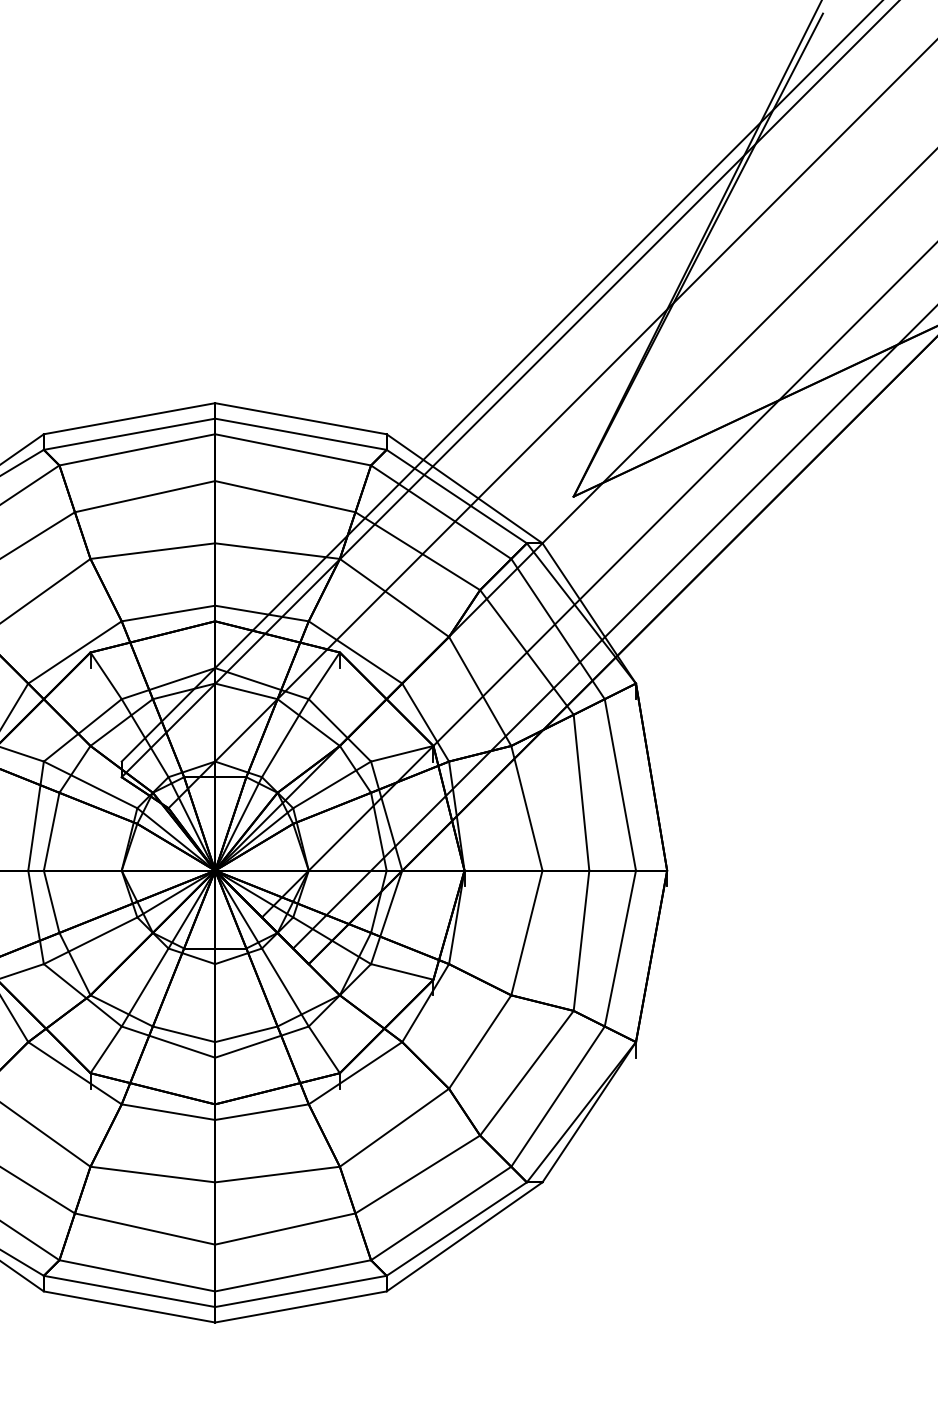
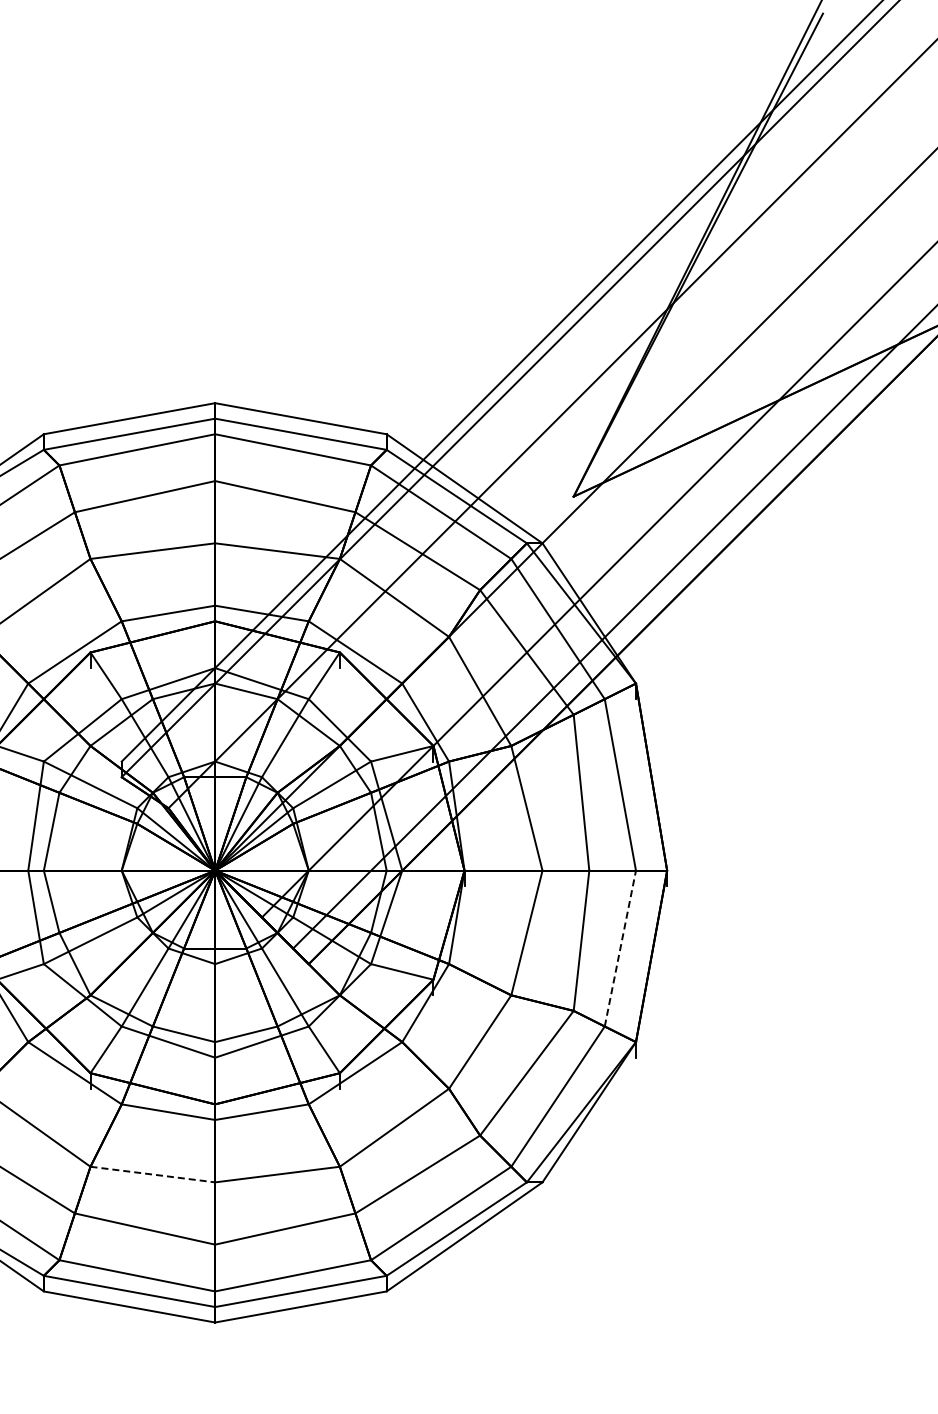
line at (620, 948): solid -> dashed
line at (152, 1174): solid -> dashed
